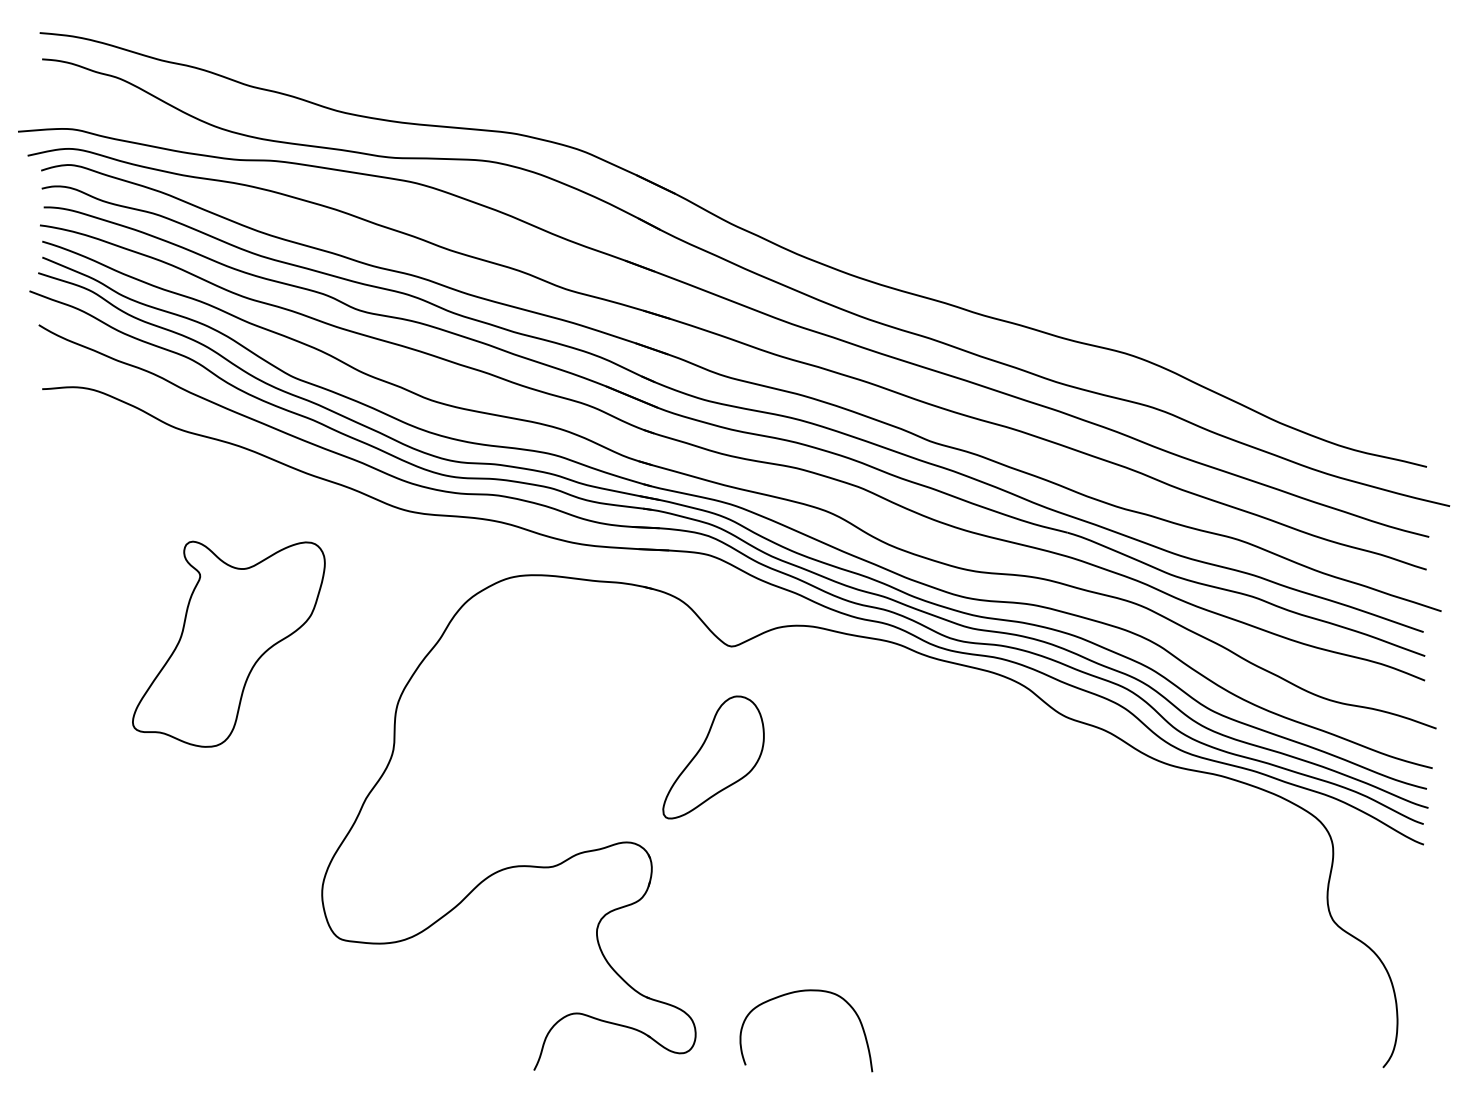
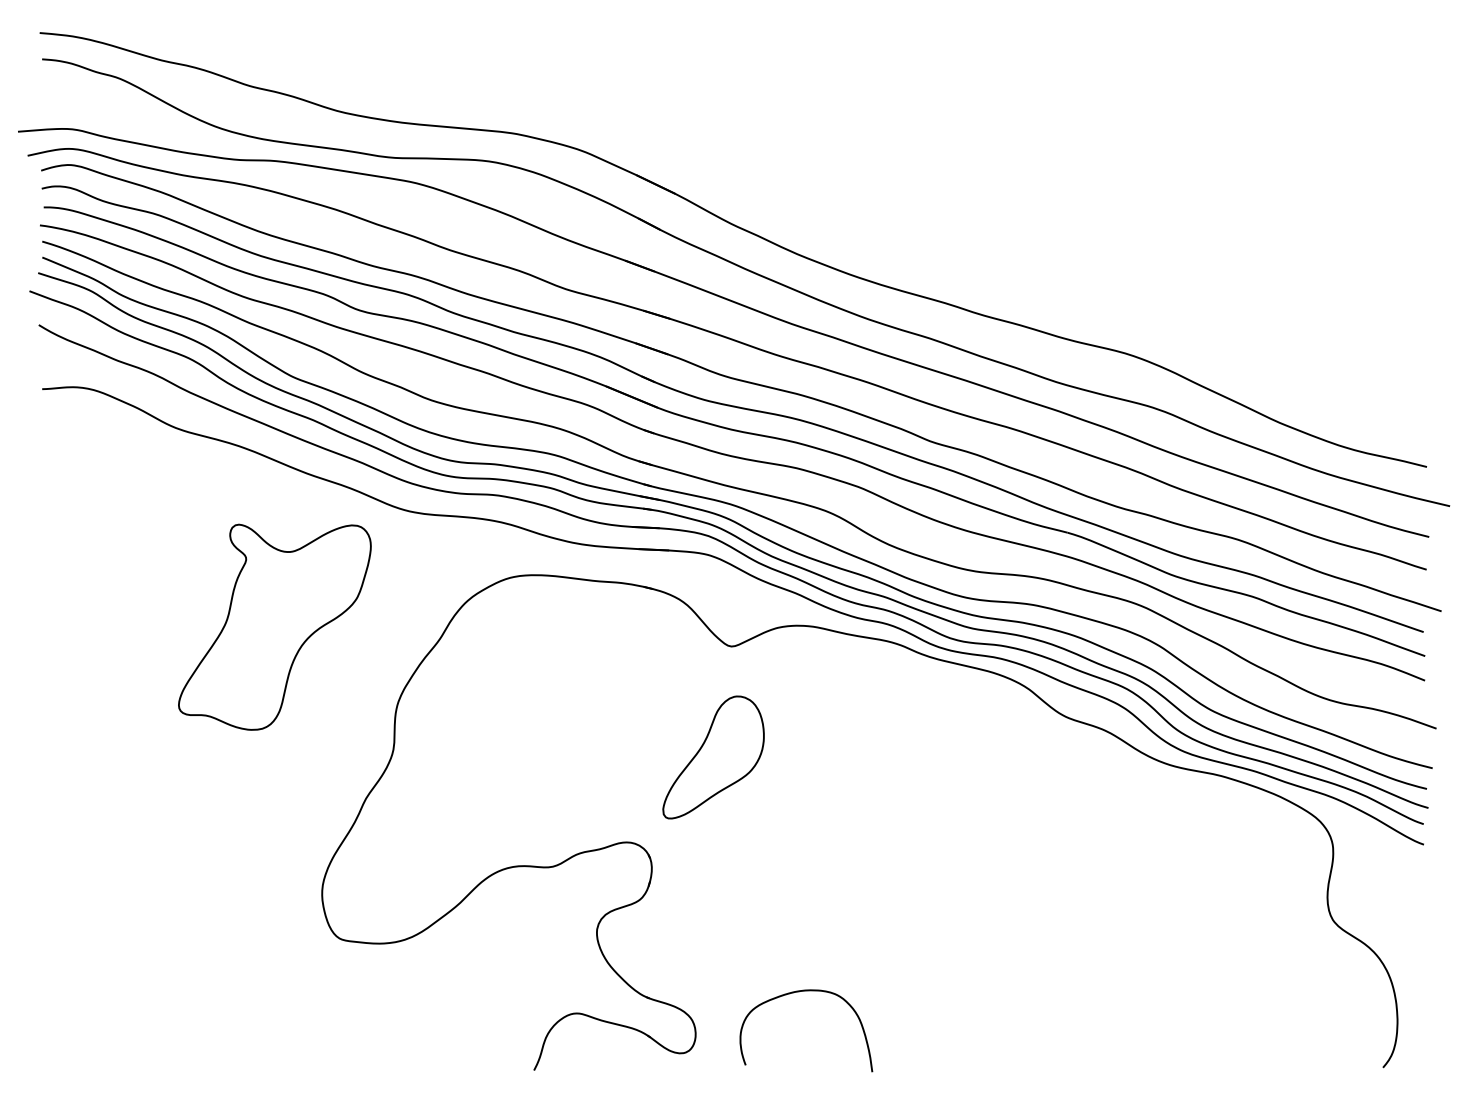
part at (228, 643) position: (228, 643) -> (274, 626)
